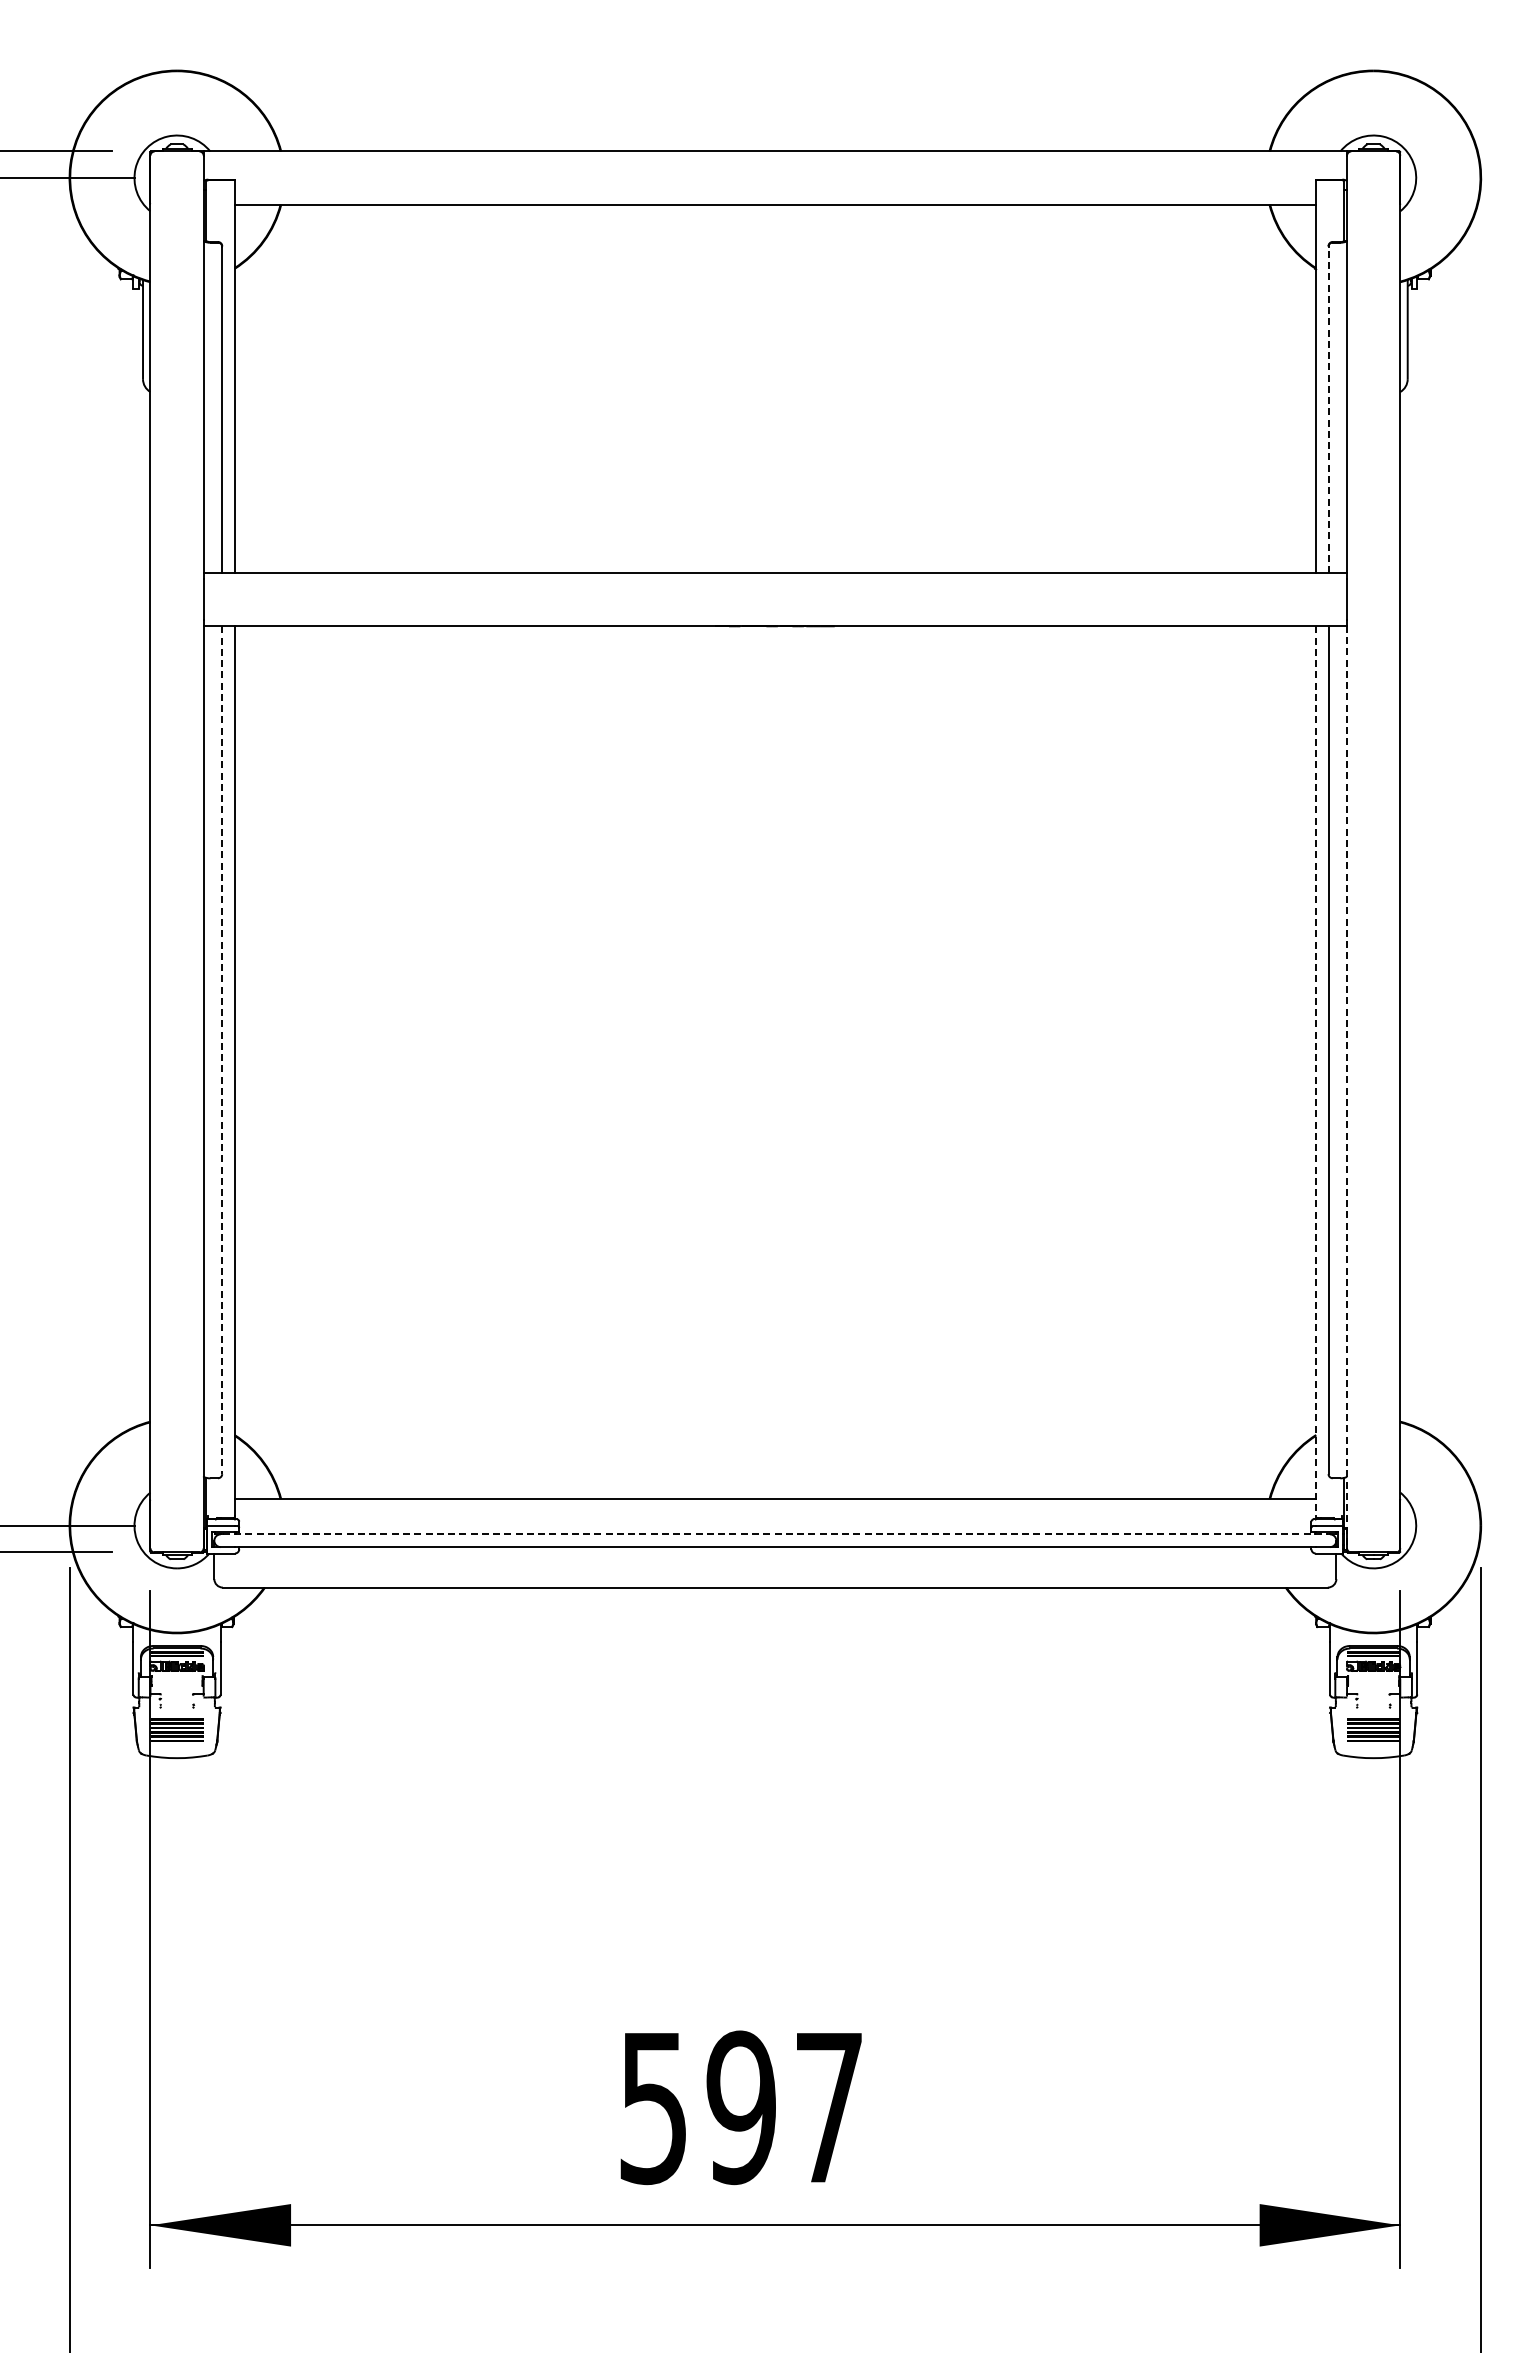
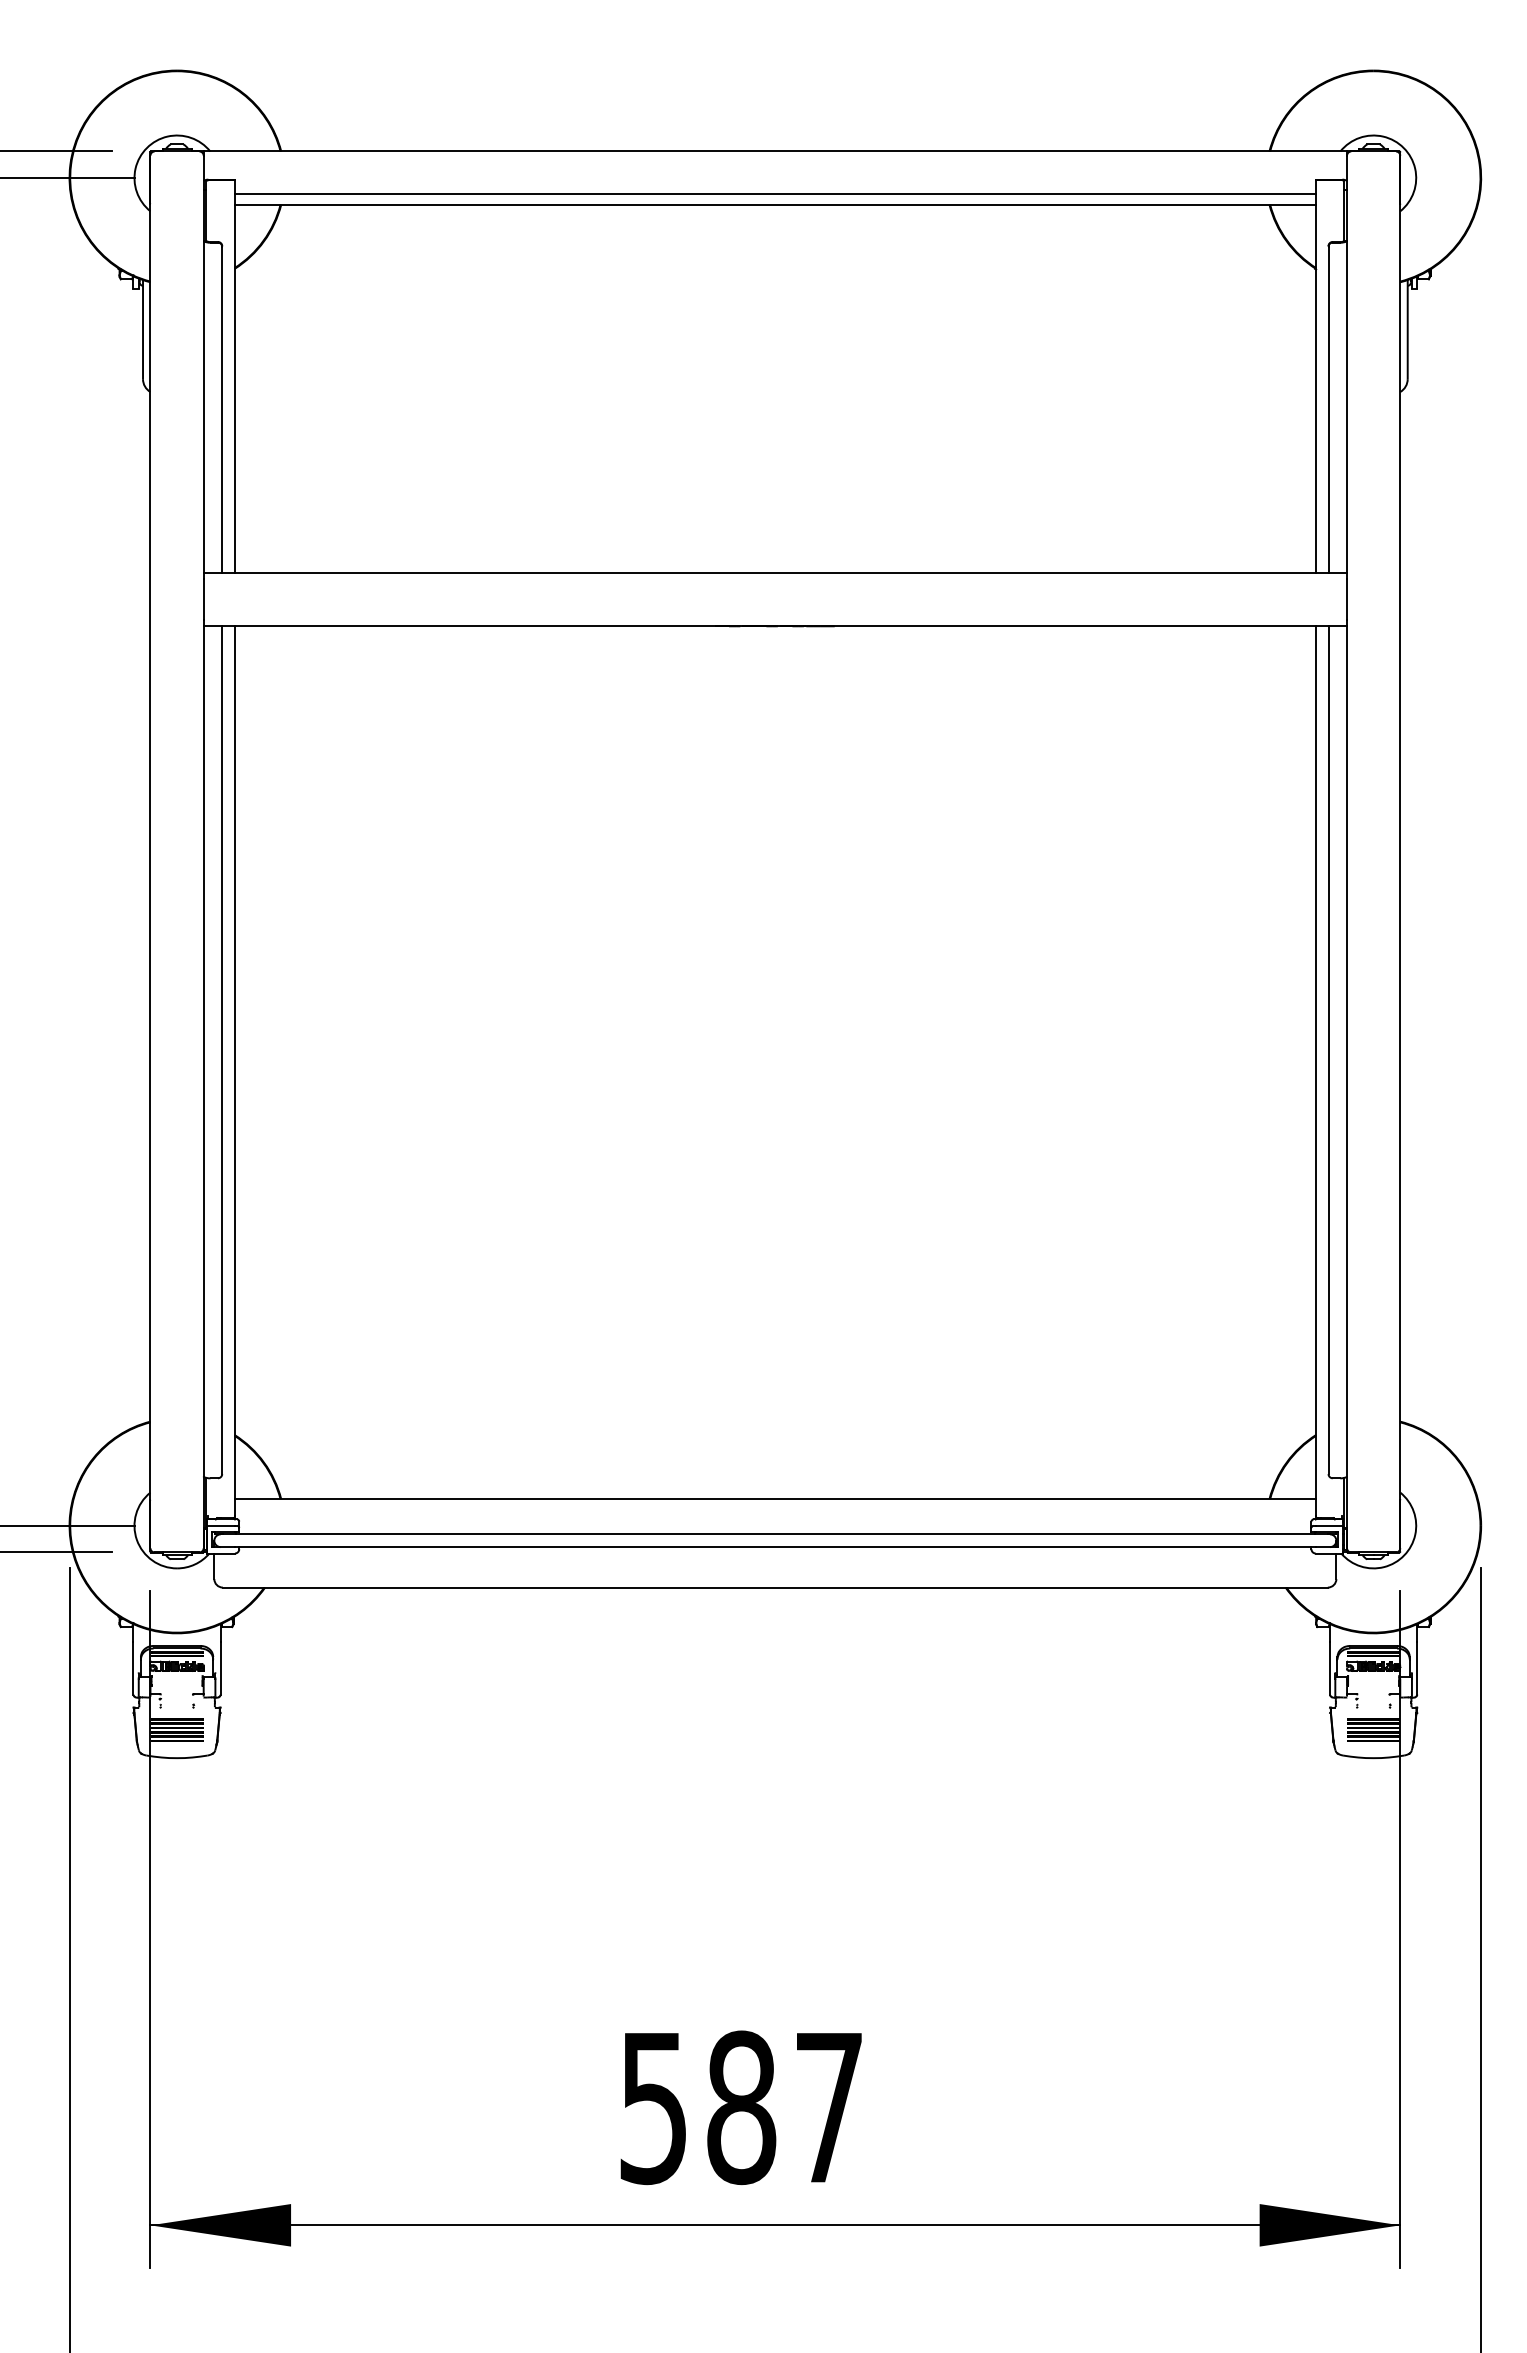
line at (775, 194): none -> present
line at (1328, 409): dashed -> solid
line at (222, 1050): dashed -> solid
line at (1316, 1071): dashed -> solid
line at (1347, 1087): dashed -> solid
line at (775, 1534): dashed -> solid
text at (741, 2107): 597 -> 587
